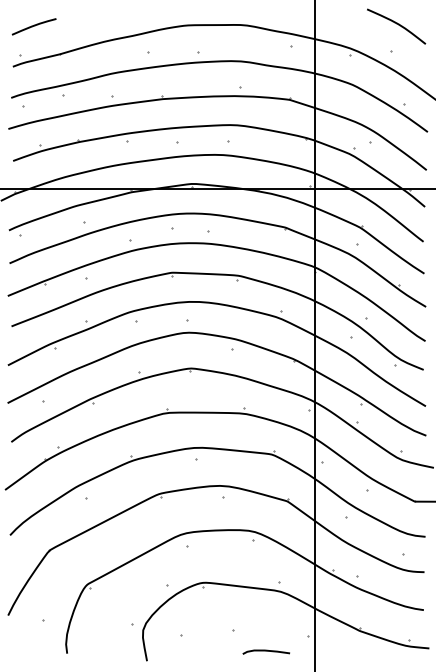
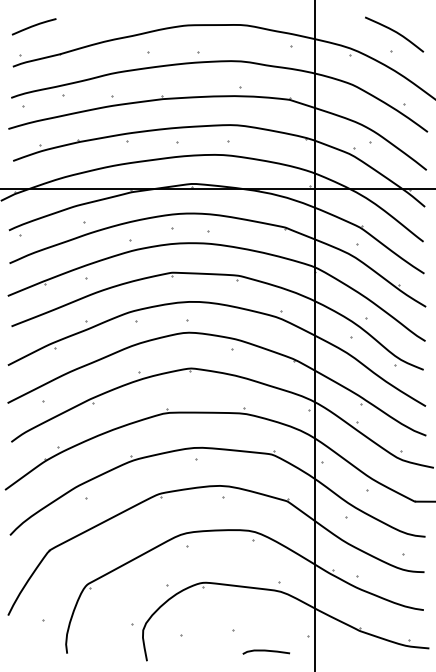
curve at (396, 24) position: (396, 24) -> (394, 32)
